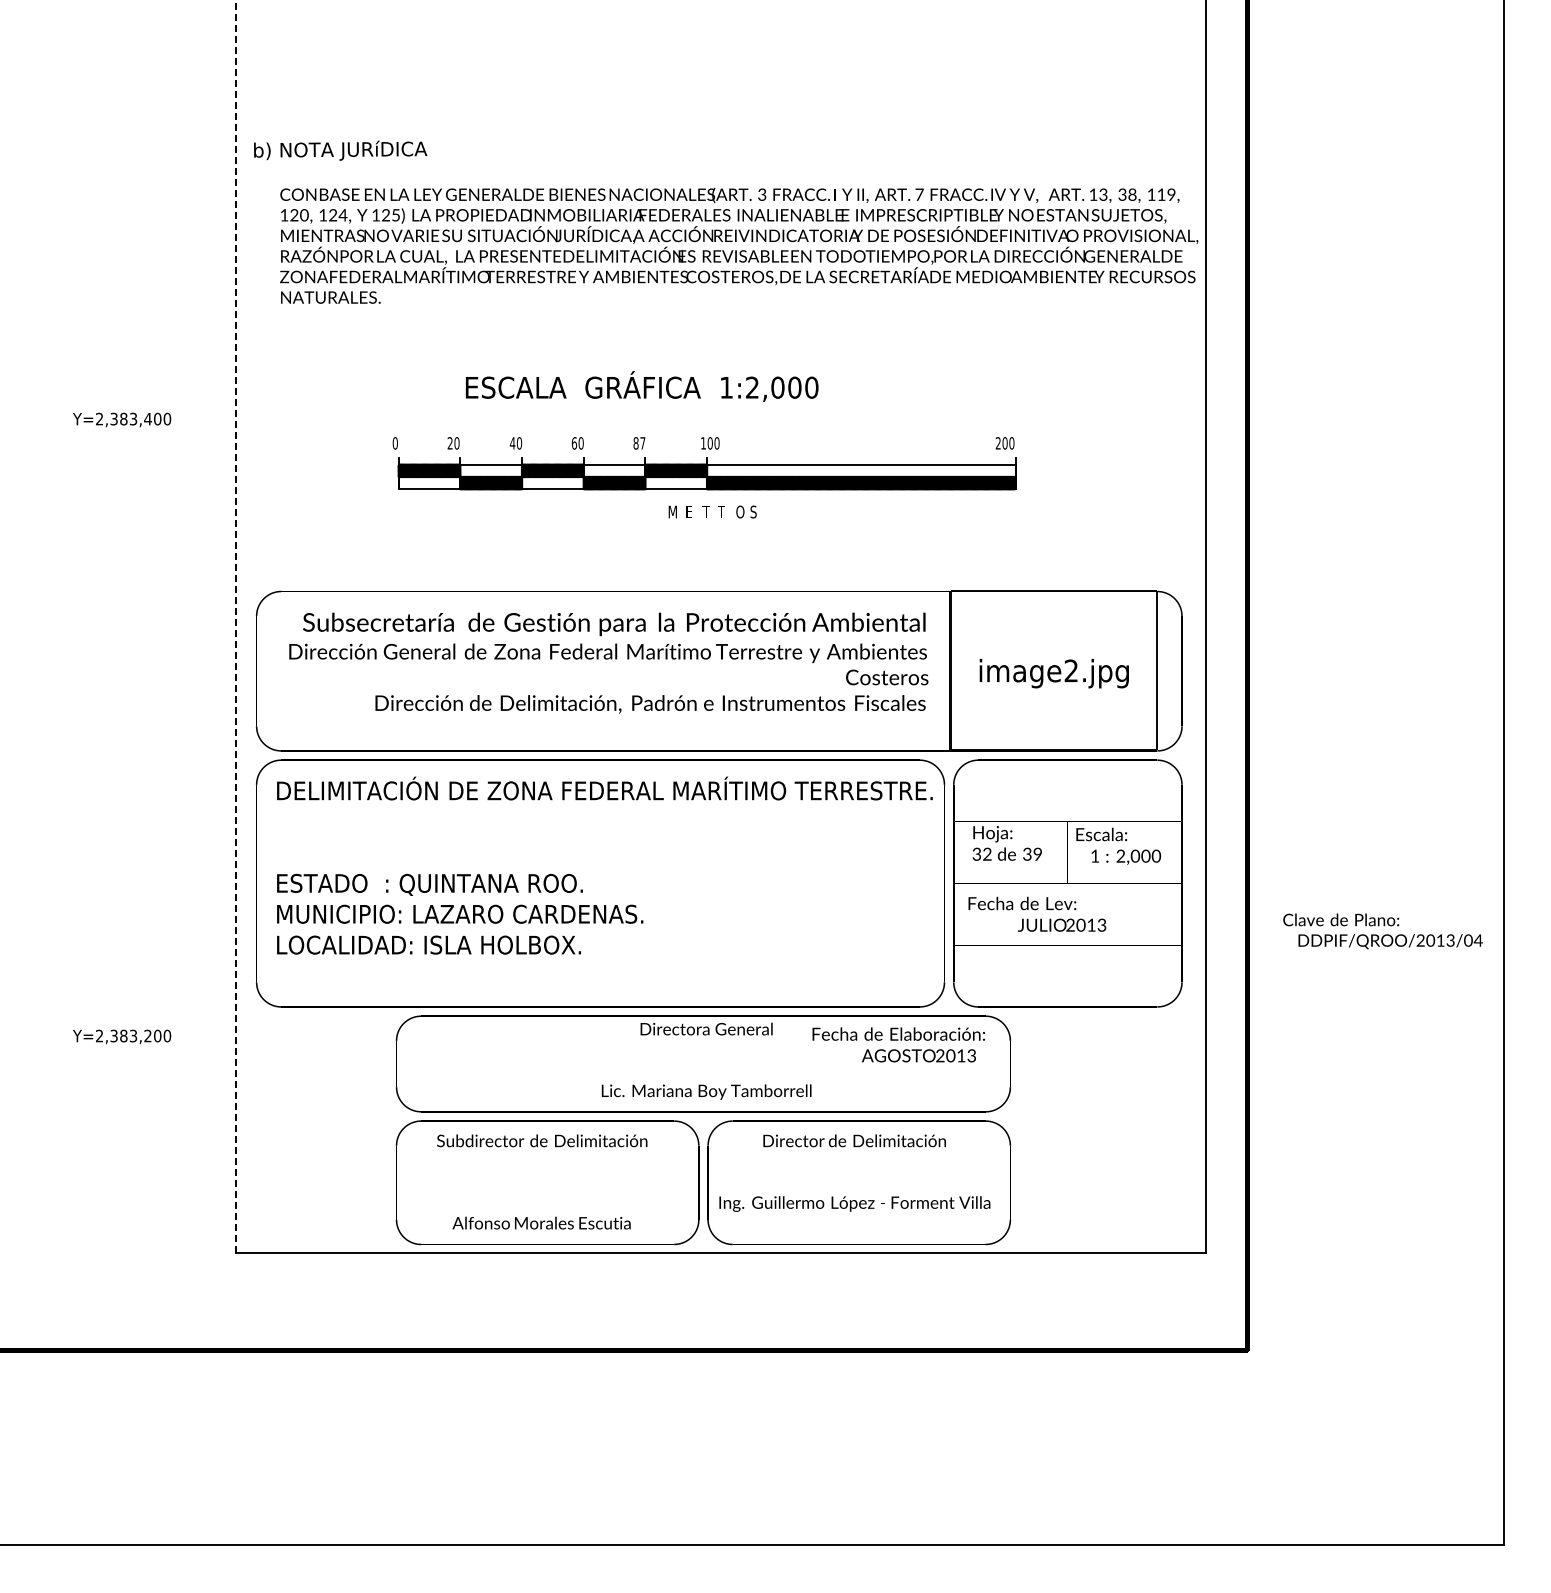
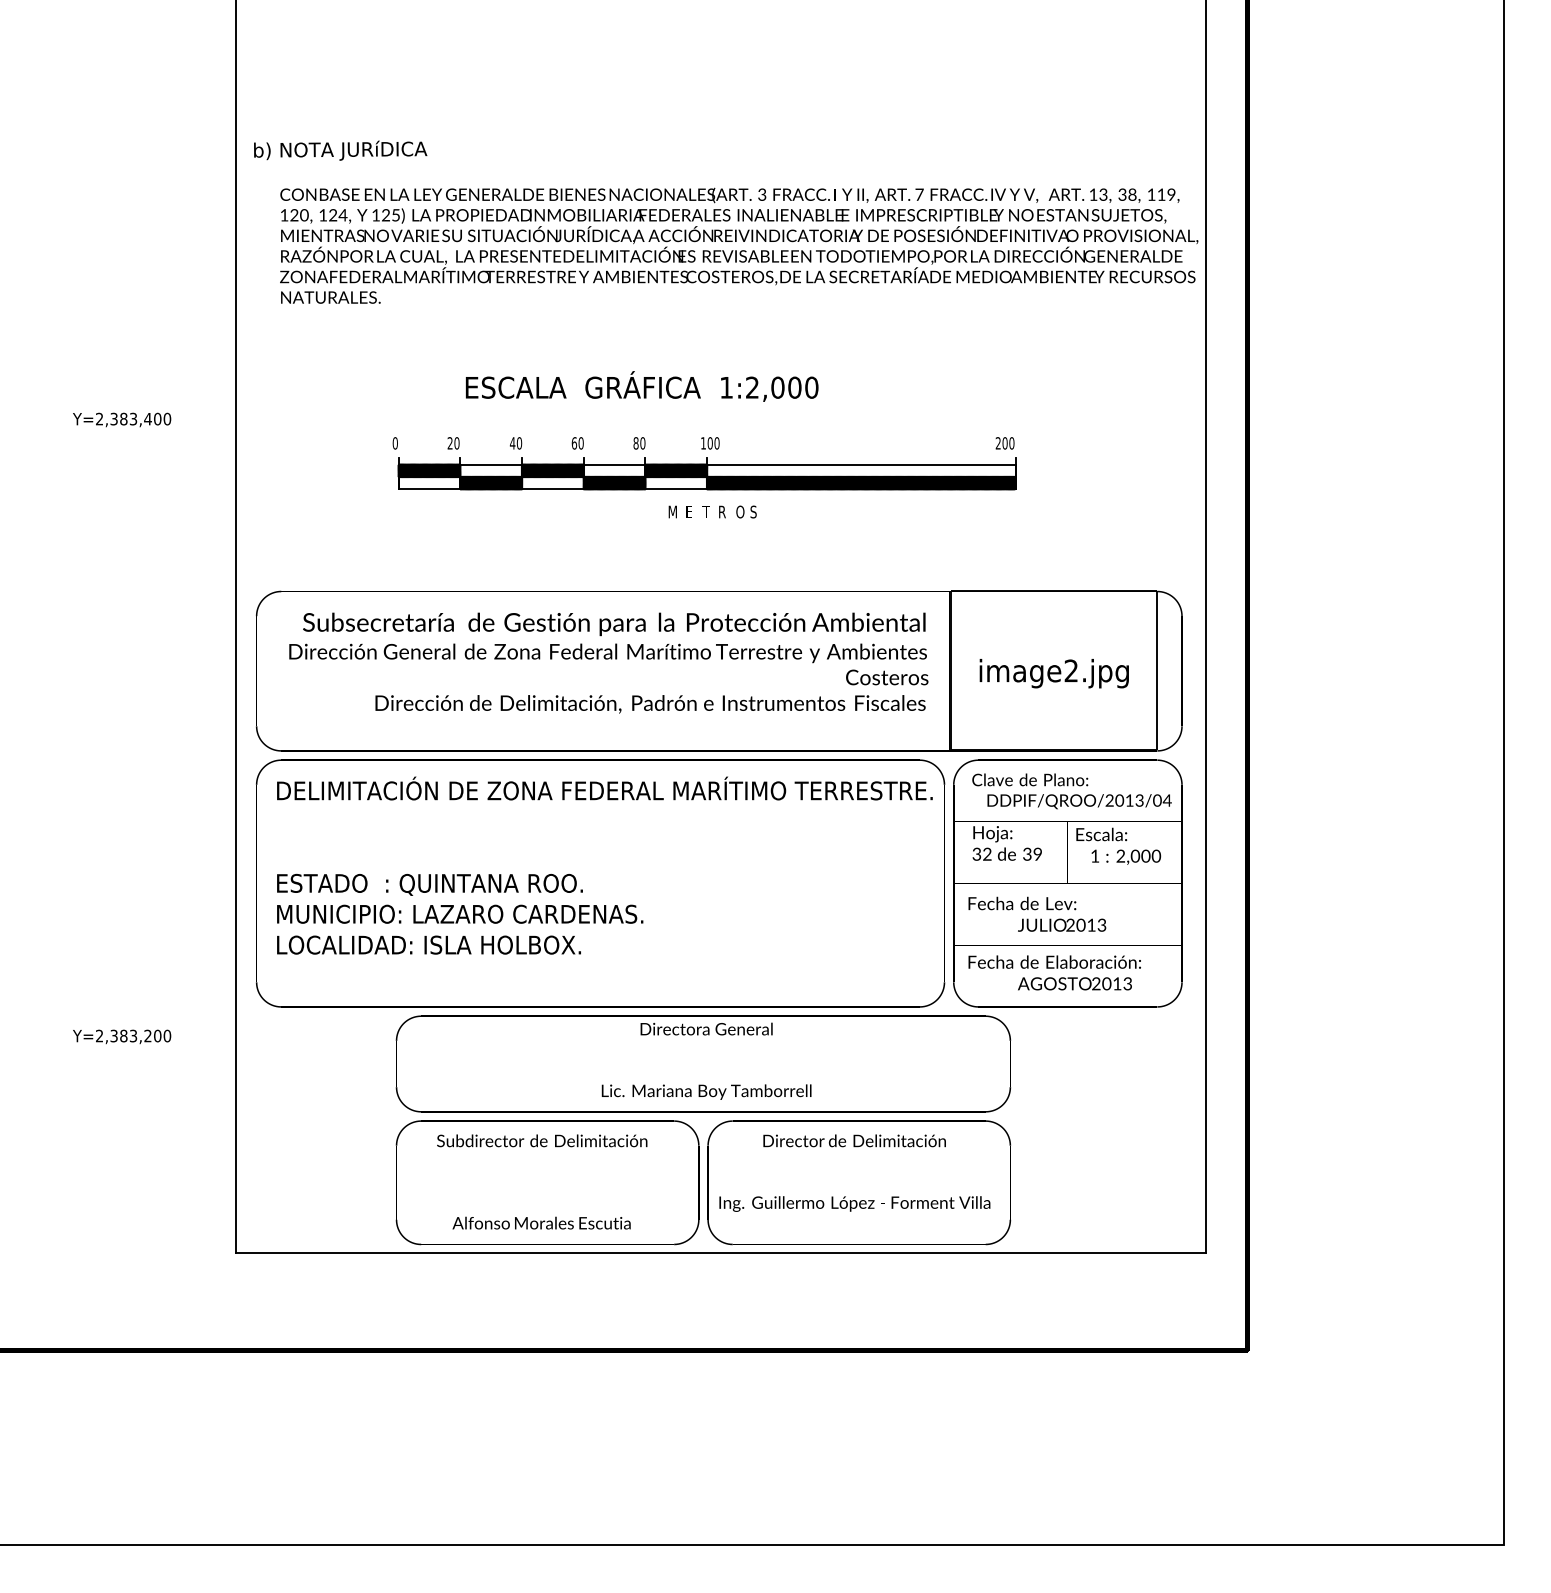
text at (642, 443): 87 -> 80
text at (721, 511): T -> R
line at (236, 626): dashed -> solid
text at (1382, 931) position: (1382, 931) -> (1071, 791)
text at (898, 1044) position: (898, 1044) -> (1054, 972)
